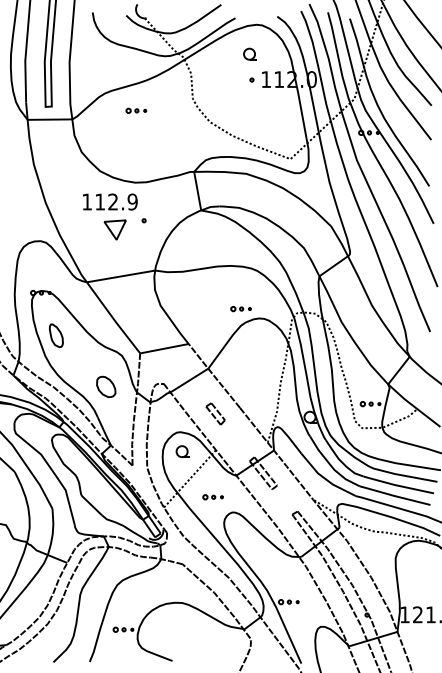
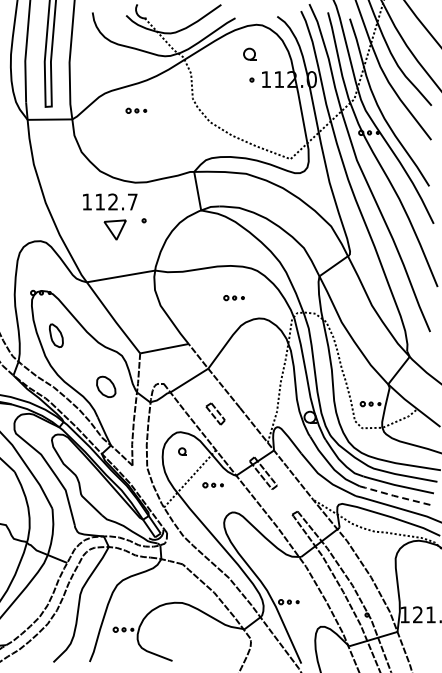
text at (132, 201): 112.9 -> 112.7
part at (240, 309) position: (240, 309) -> (233, 298)
part at (182, 451) size: 15x13 px -> 9x9 px
line at (393, 495): solid -> dashed
part at (212, 497) position: (212, 497) -> (212, 485)
